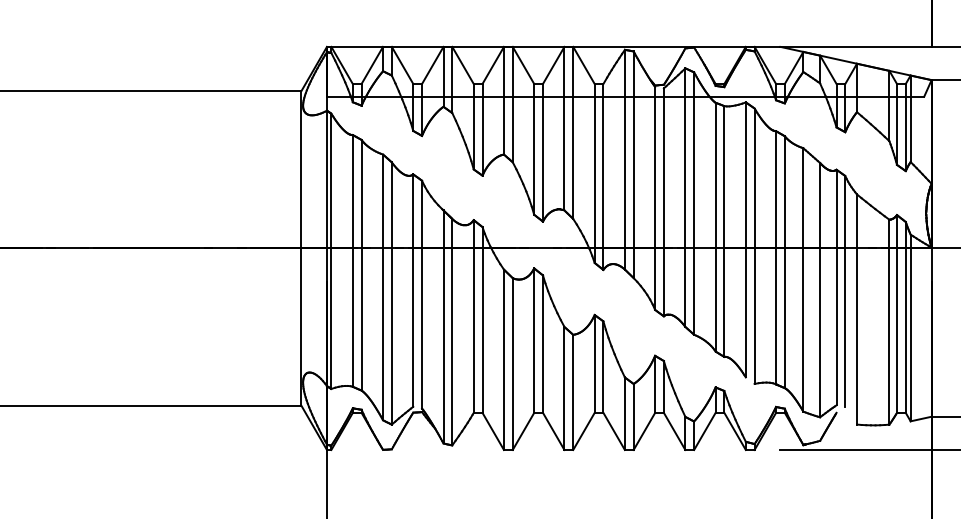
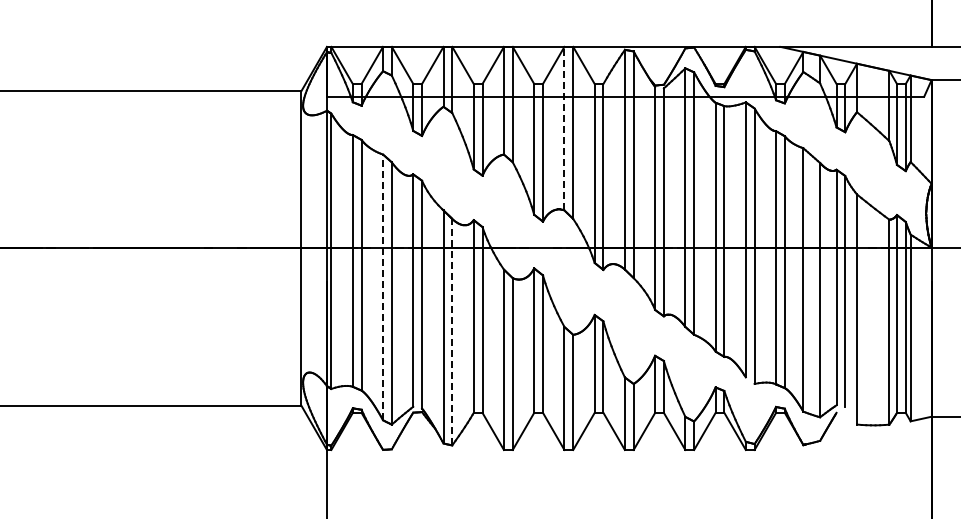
line at (564, 128): solid -> dashed
line at (383, 287): solid -> dashed
line at (452, 331): solid -> dashed
line at (868, 450): present -> none
